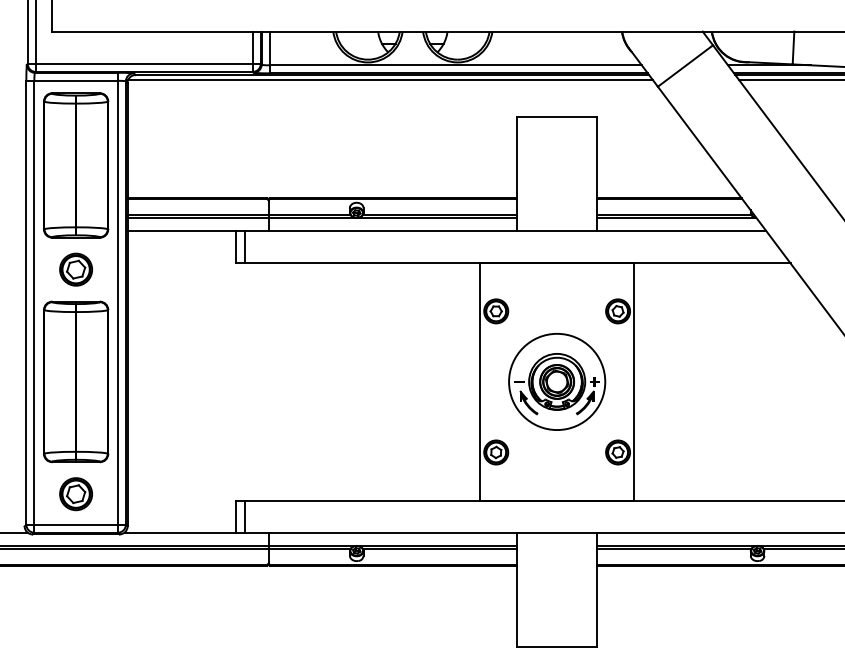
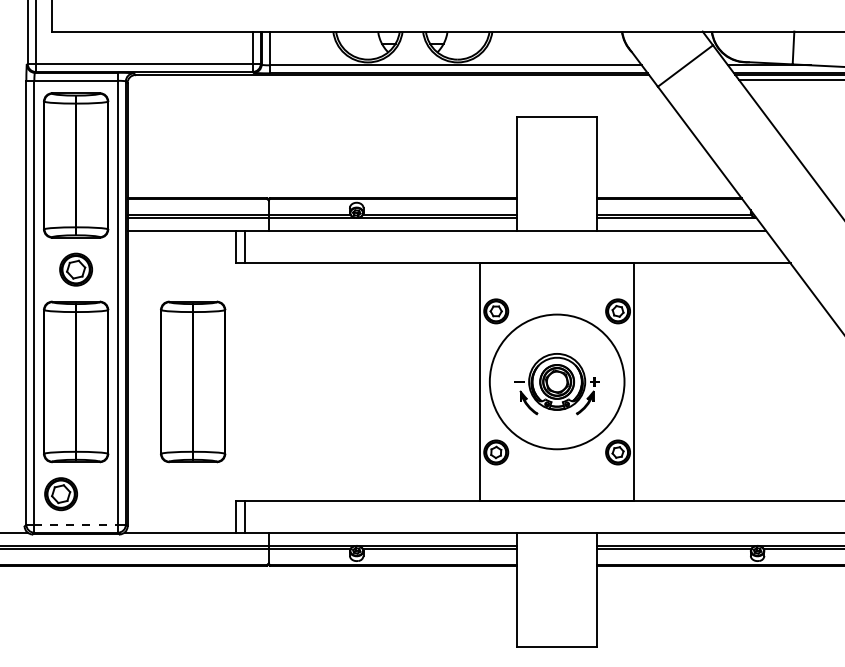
line at (390, 79): present -> none
part at (193, 381): none -> present
circle at (557, 381) diameter: 96 px -> 135 px
part at (75, 494) position: (75, 494) -> (60, 494)
line at (76, 524): solid -> dashed
